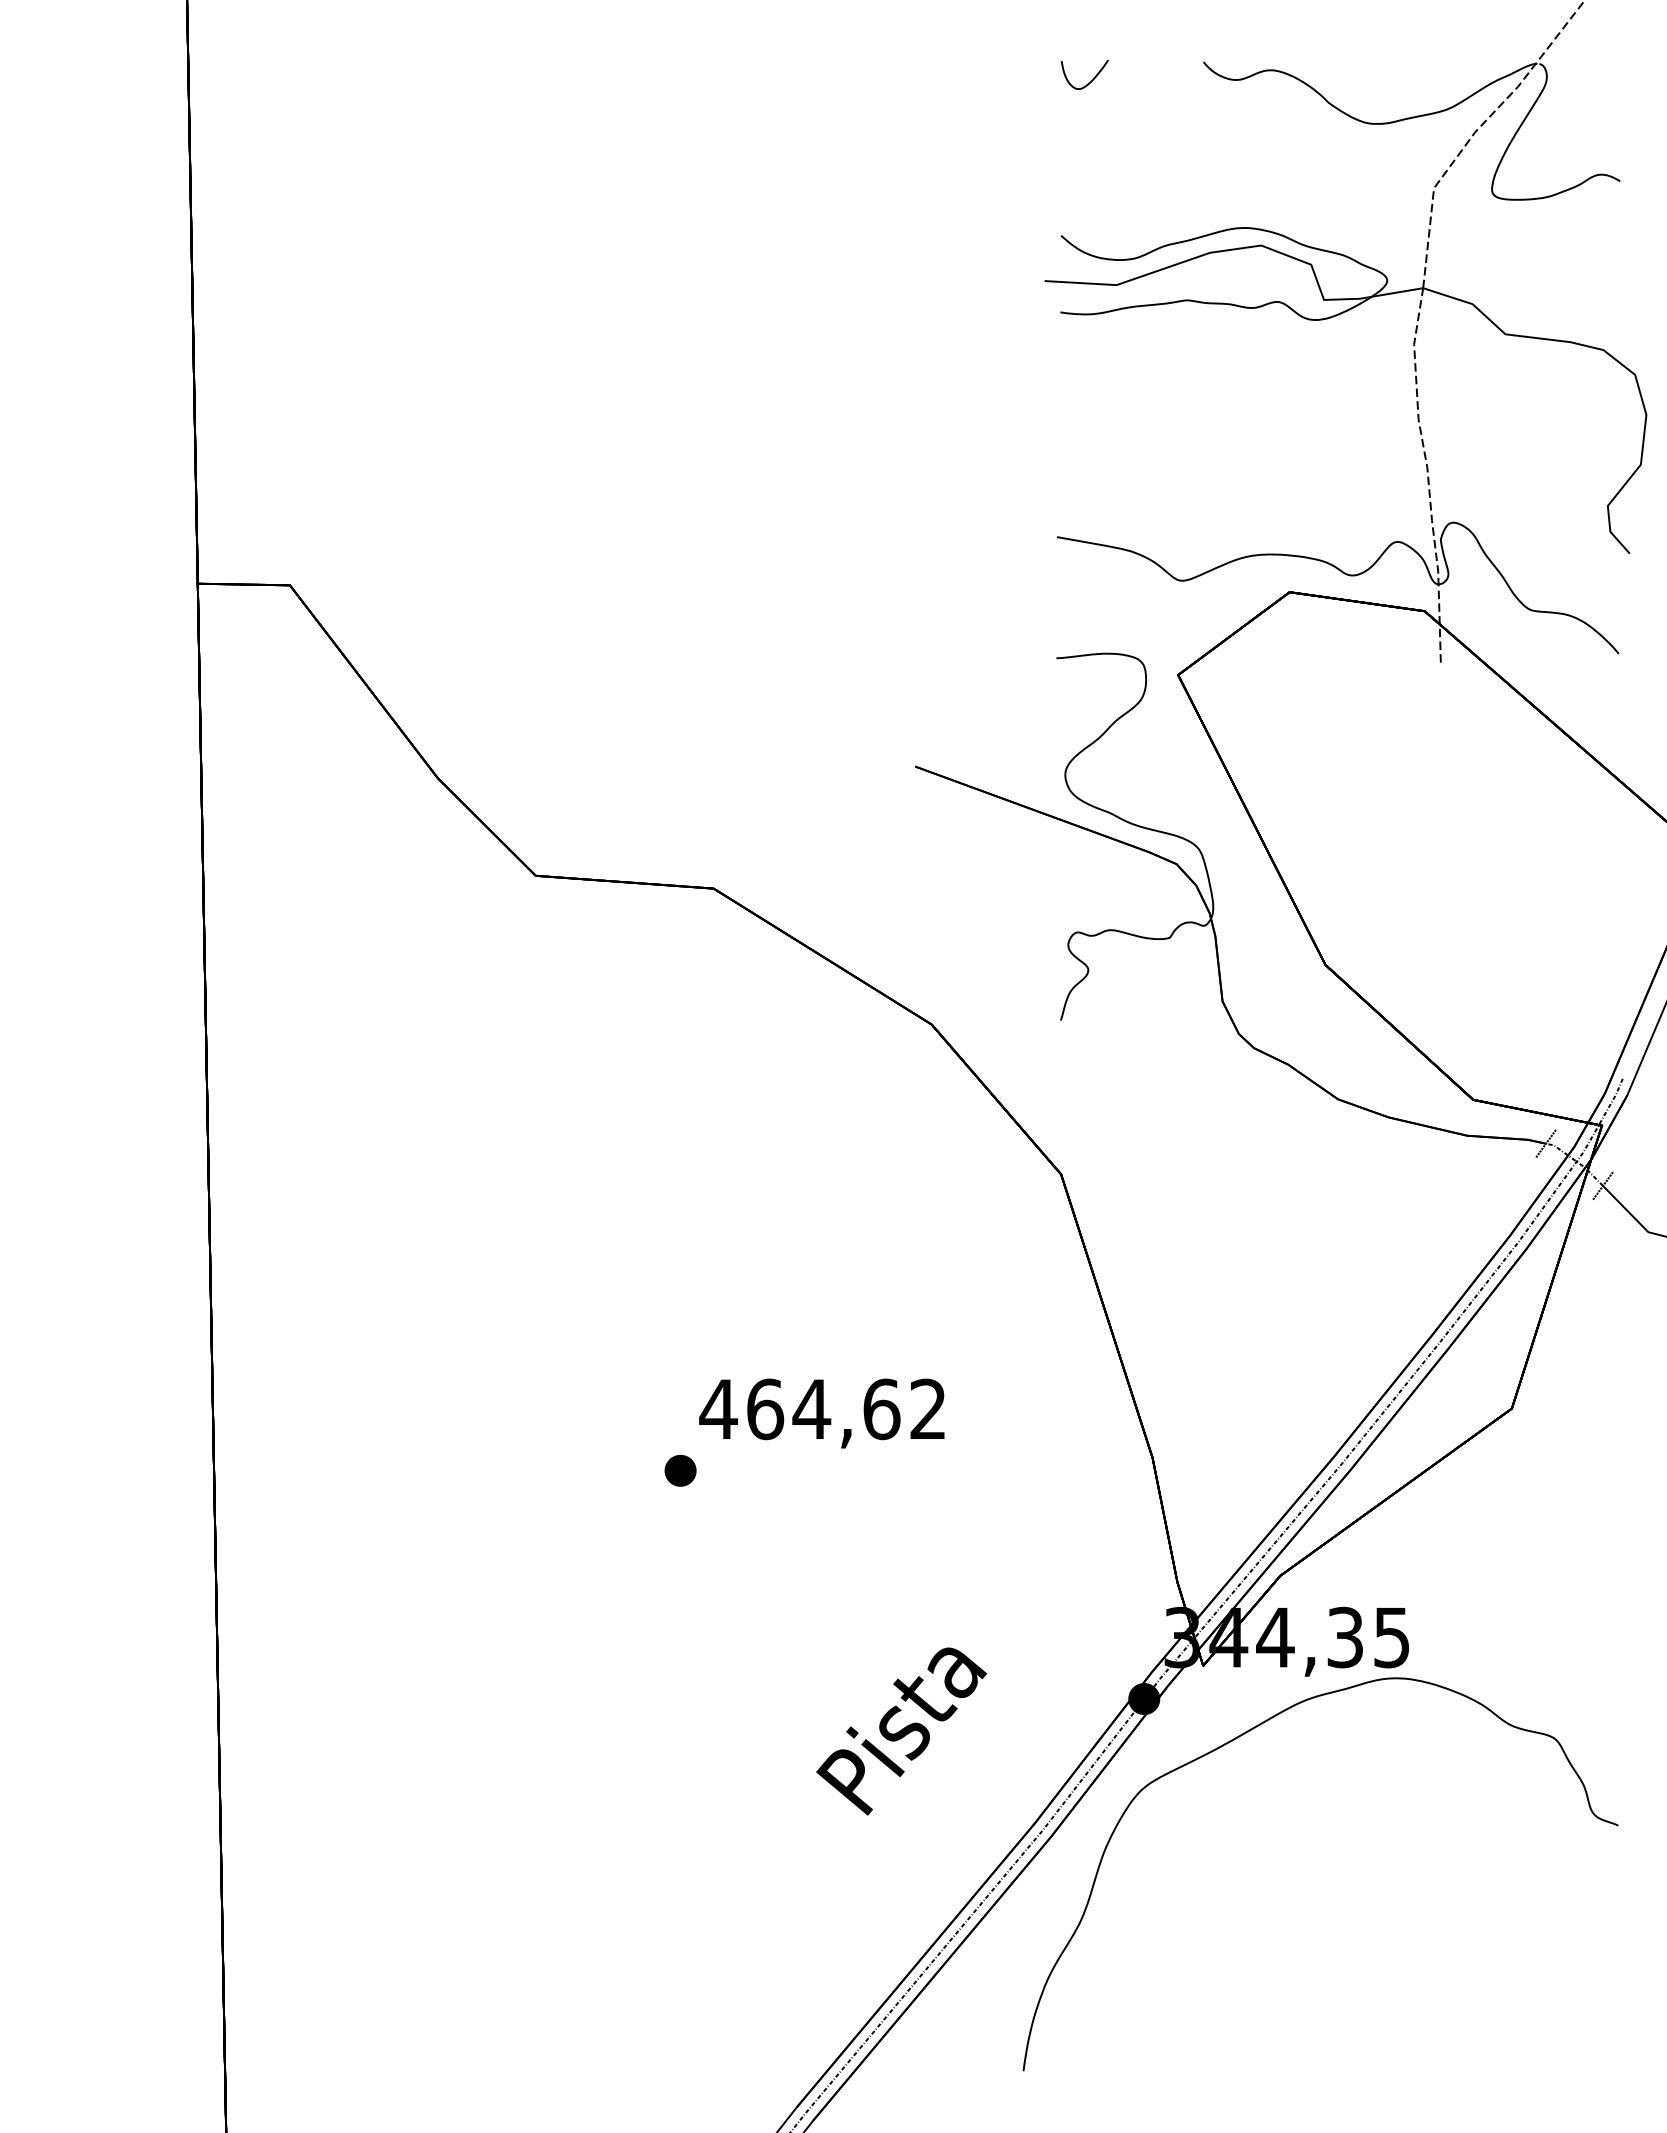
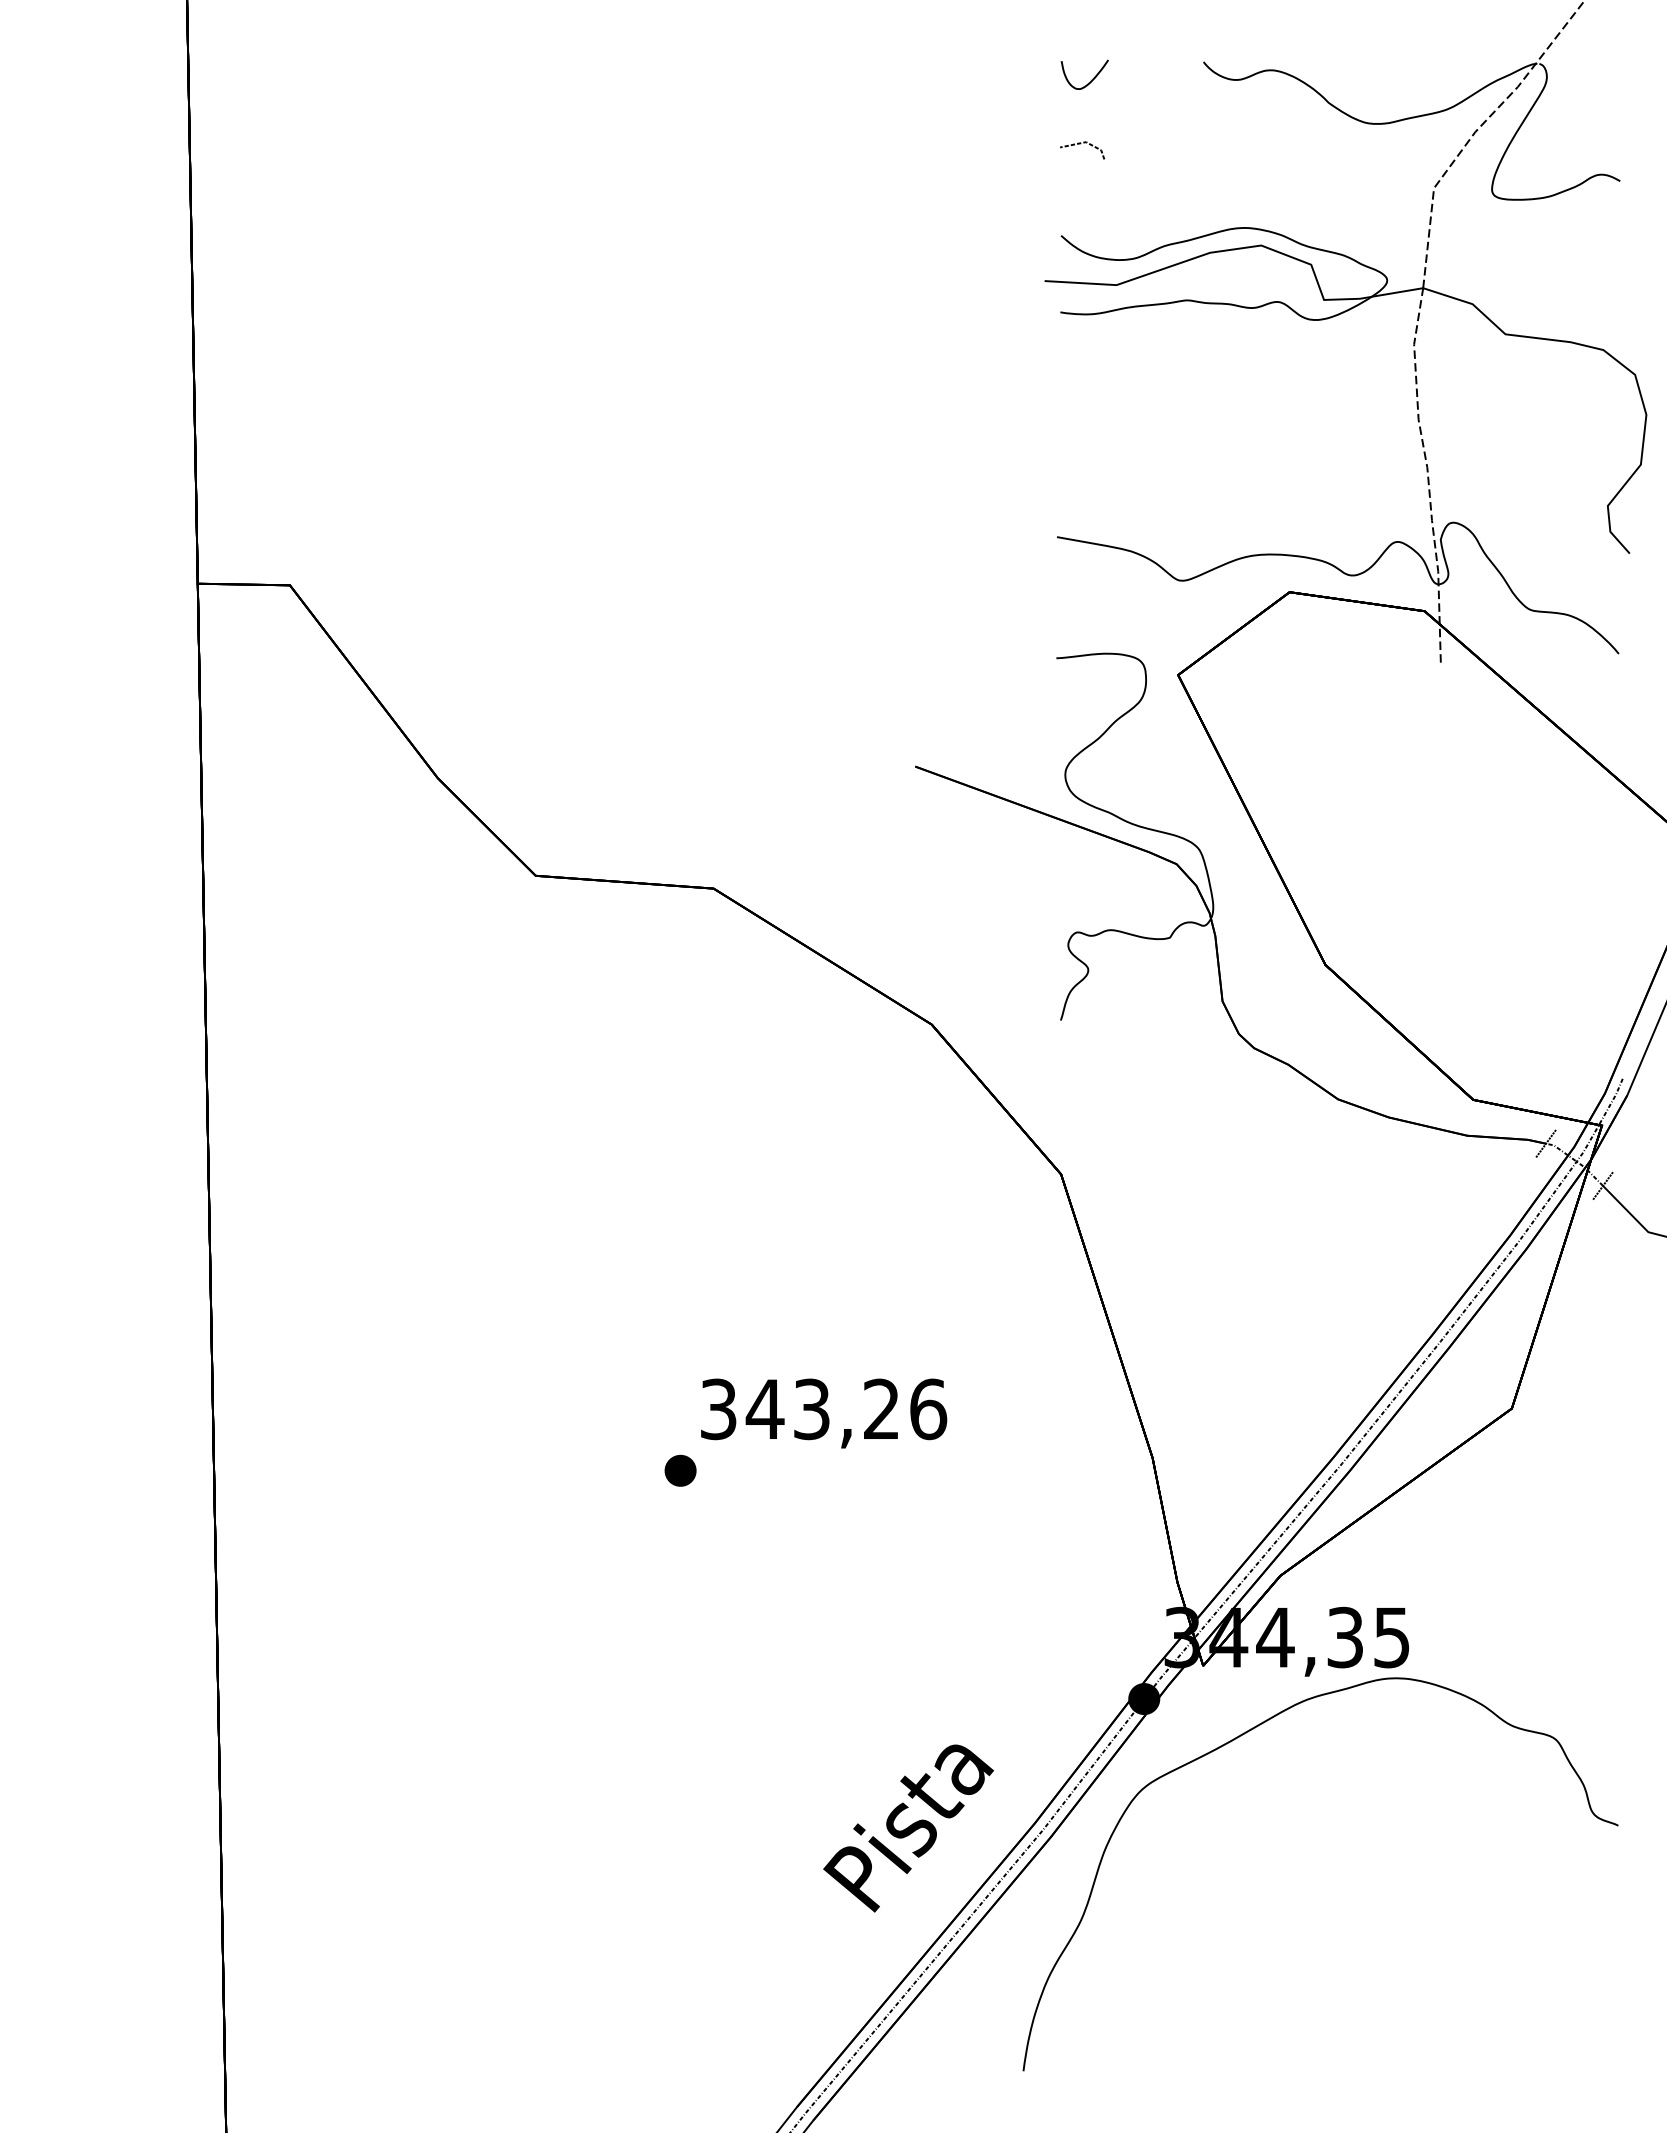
line at (1080, 144): none -> present
text at (823, 1409): 464,62 -> 343,26
text at (901, 1731) position: (901, 1731) -> (908, 1828)
